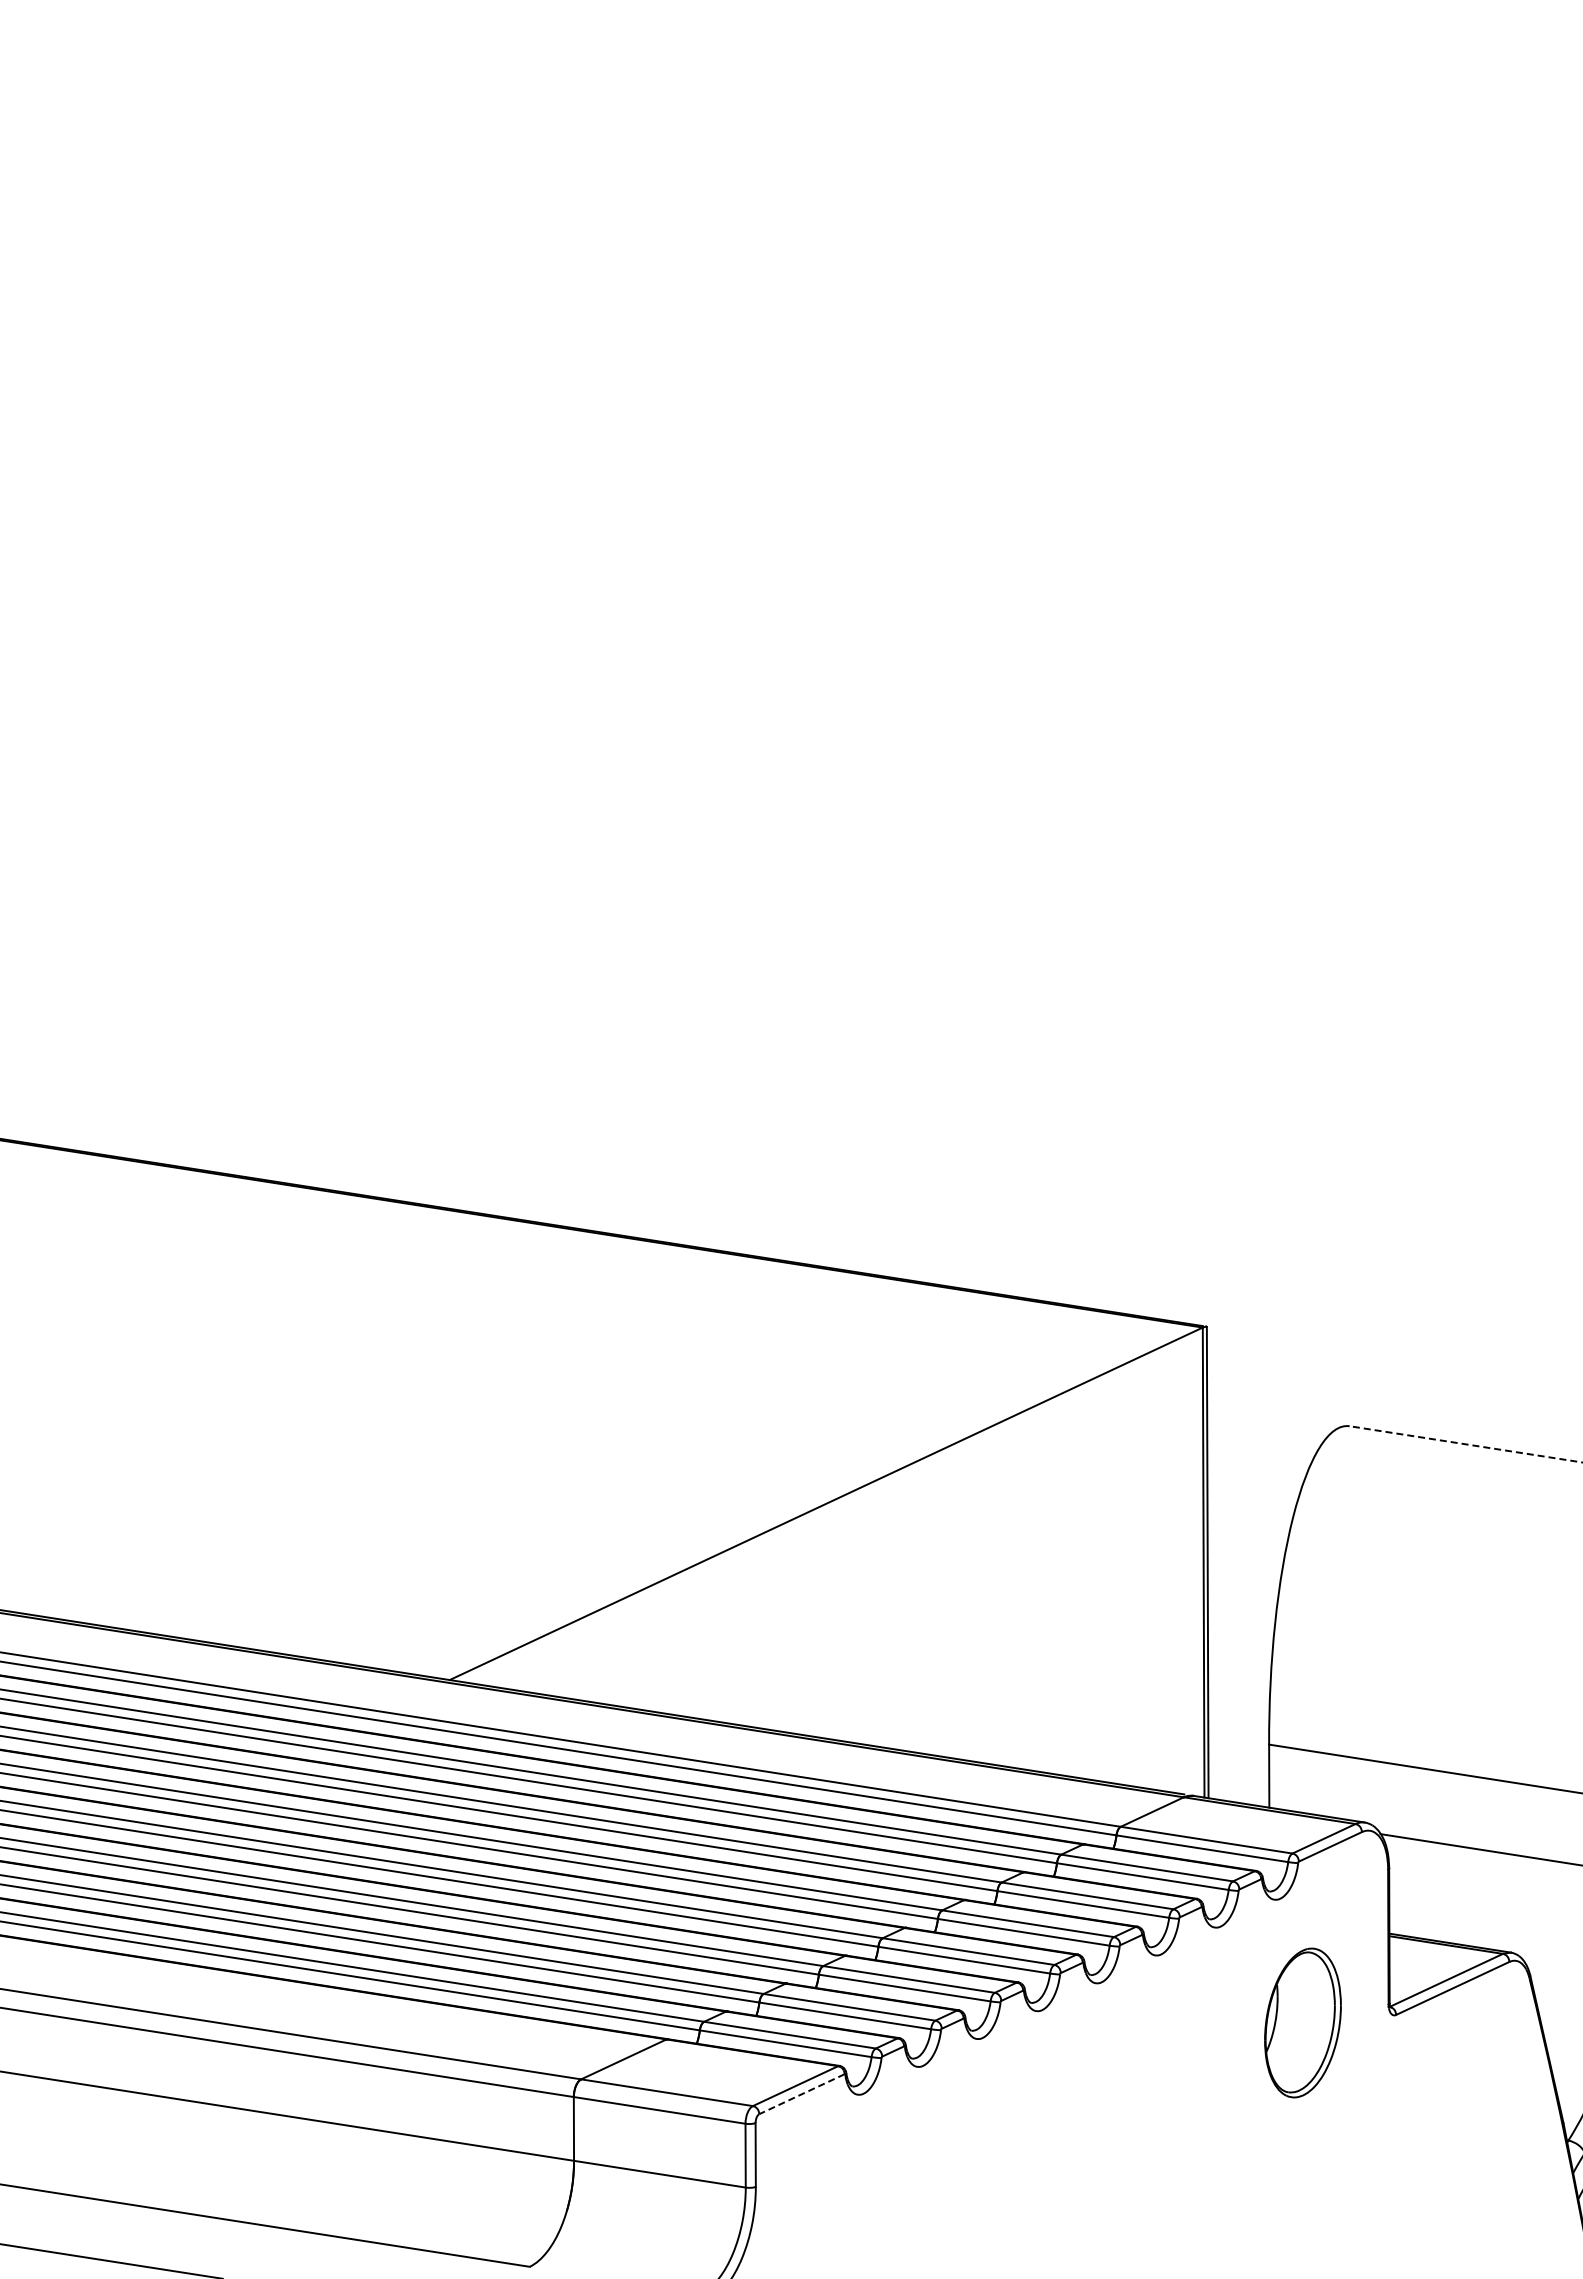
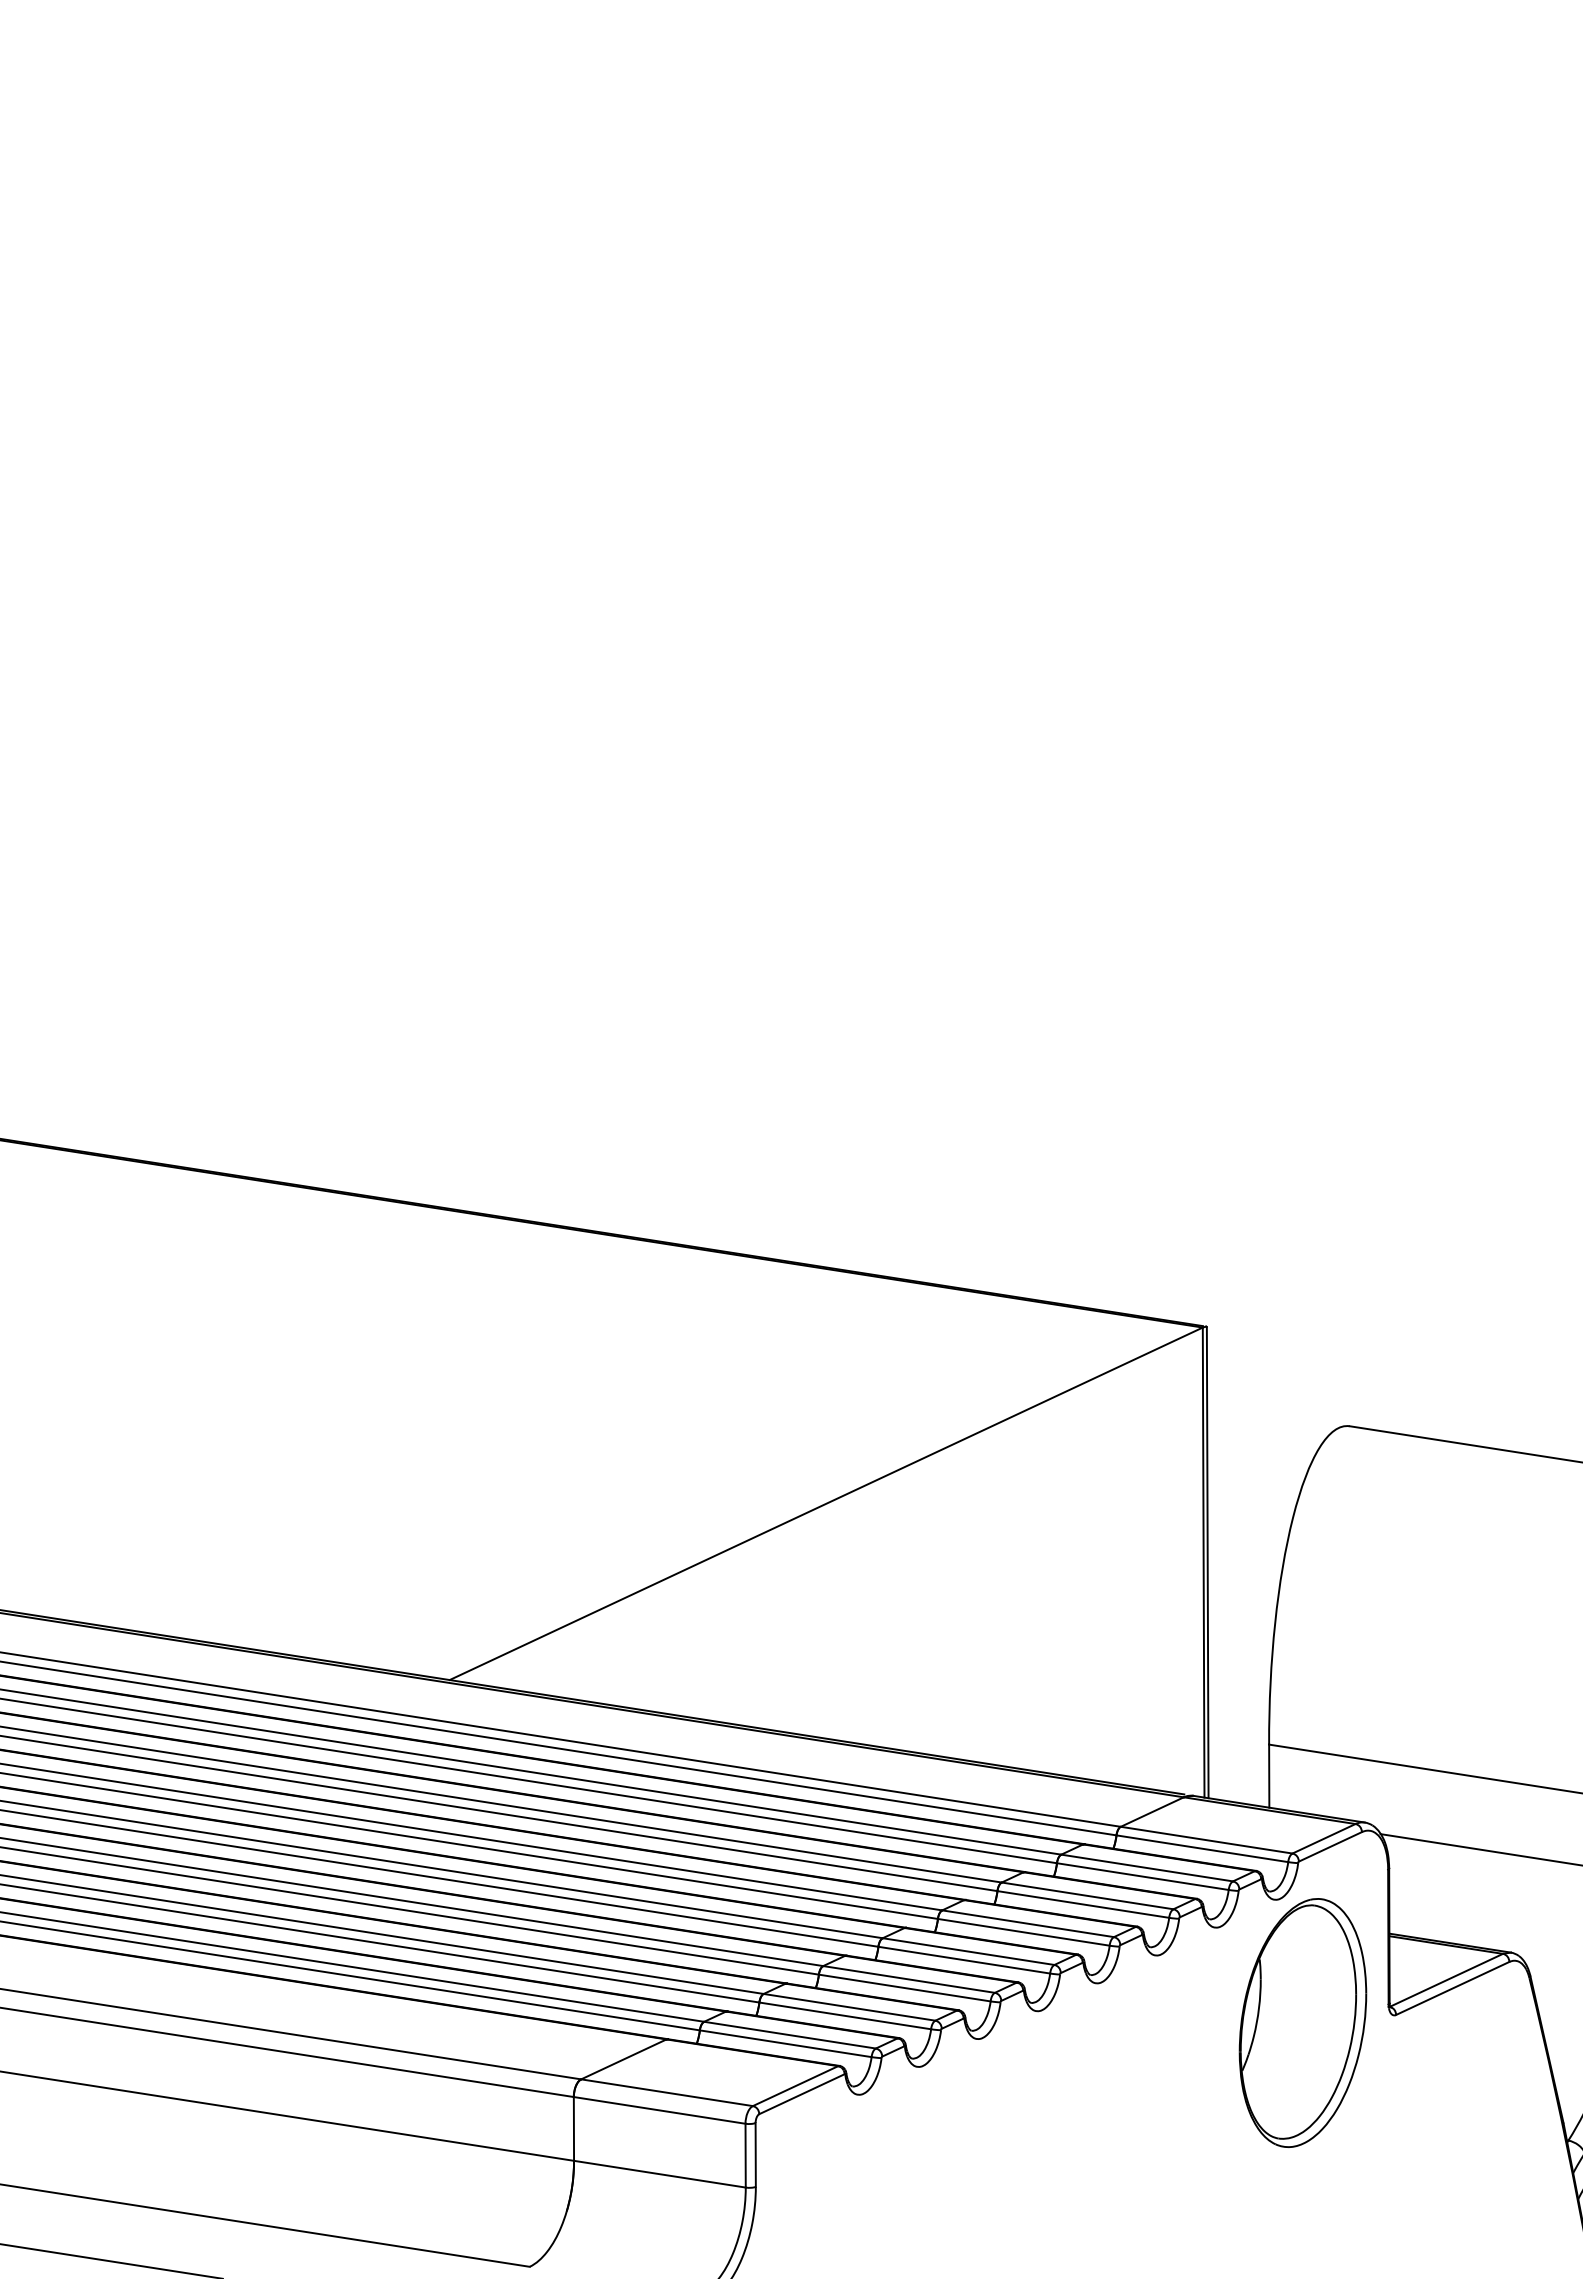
line at (1466, 1444): dashed -> solid
part at (1302, 2022) size: 78x152 px -> 130x250 px
line at (801, 2094): dashed -> solid
